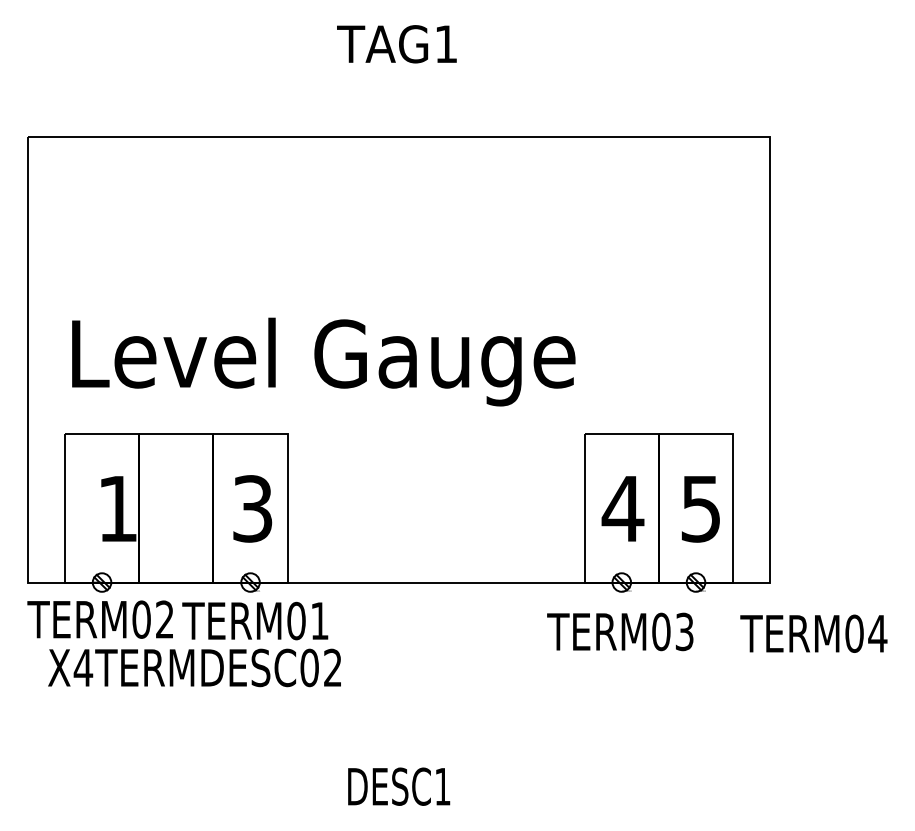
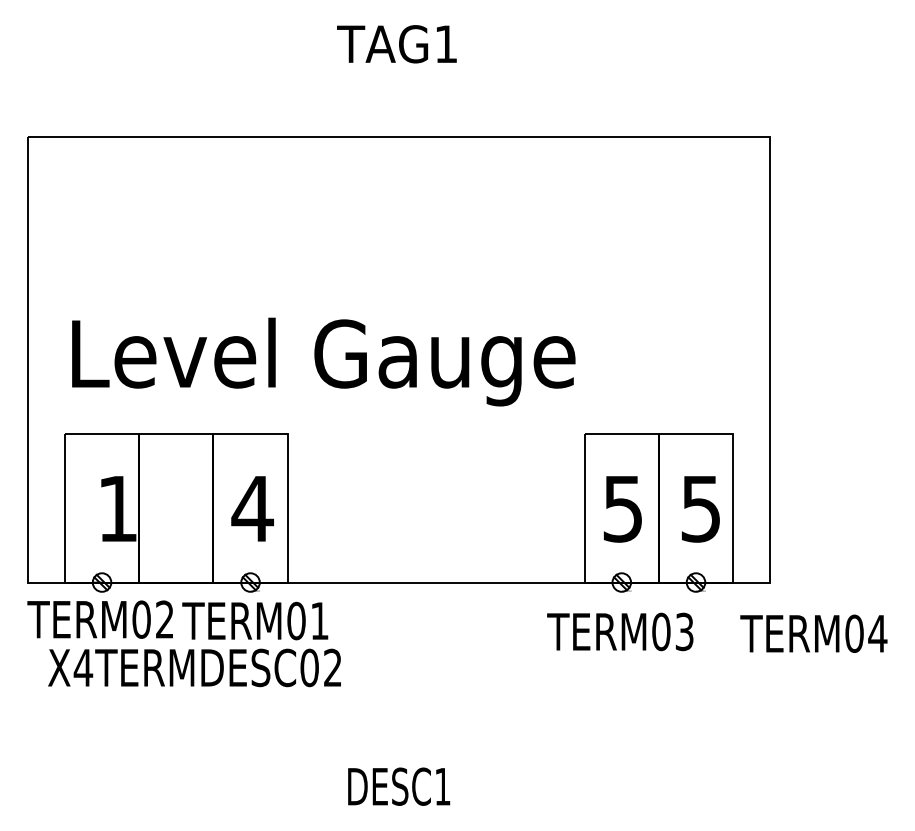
text at (252, 508): 3 -> 4
text at (622, 509): 4 -> 5
